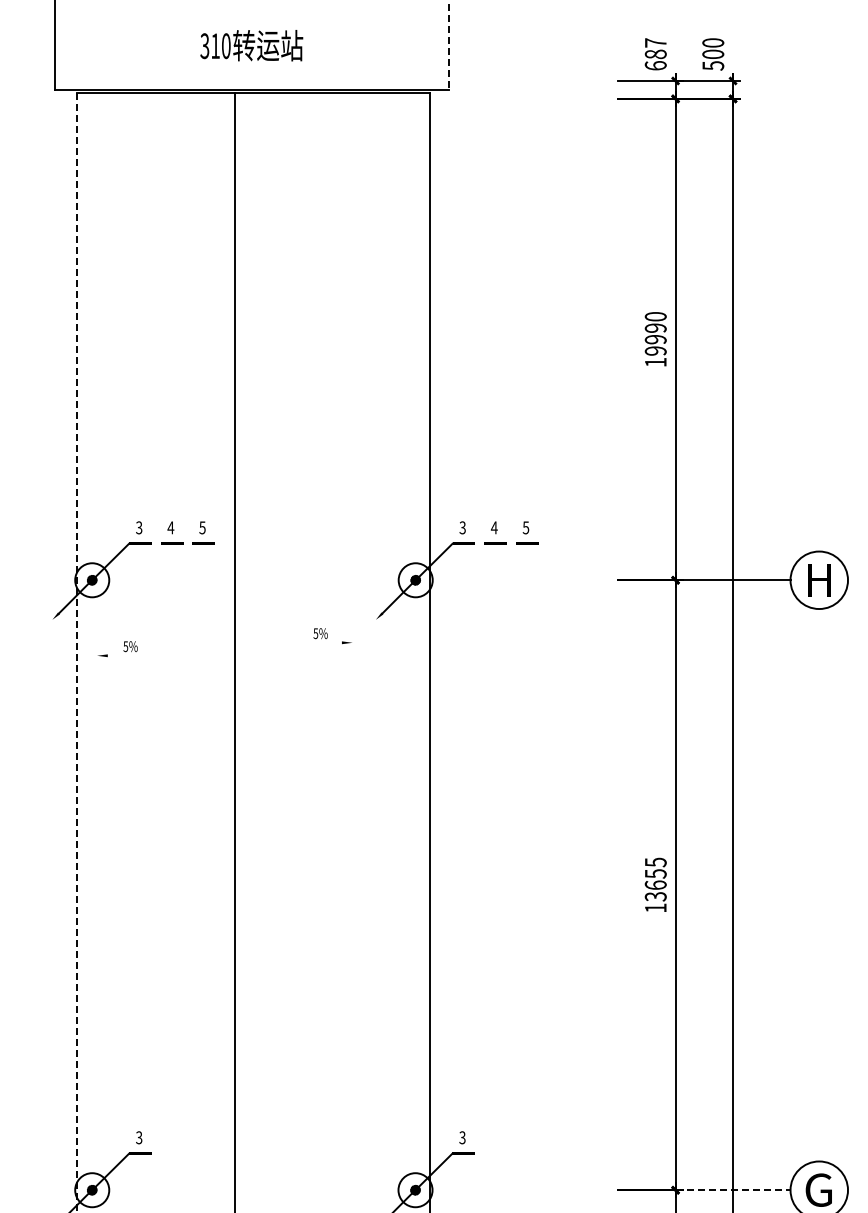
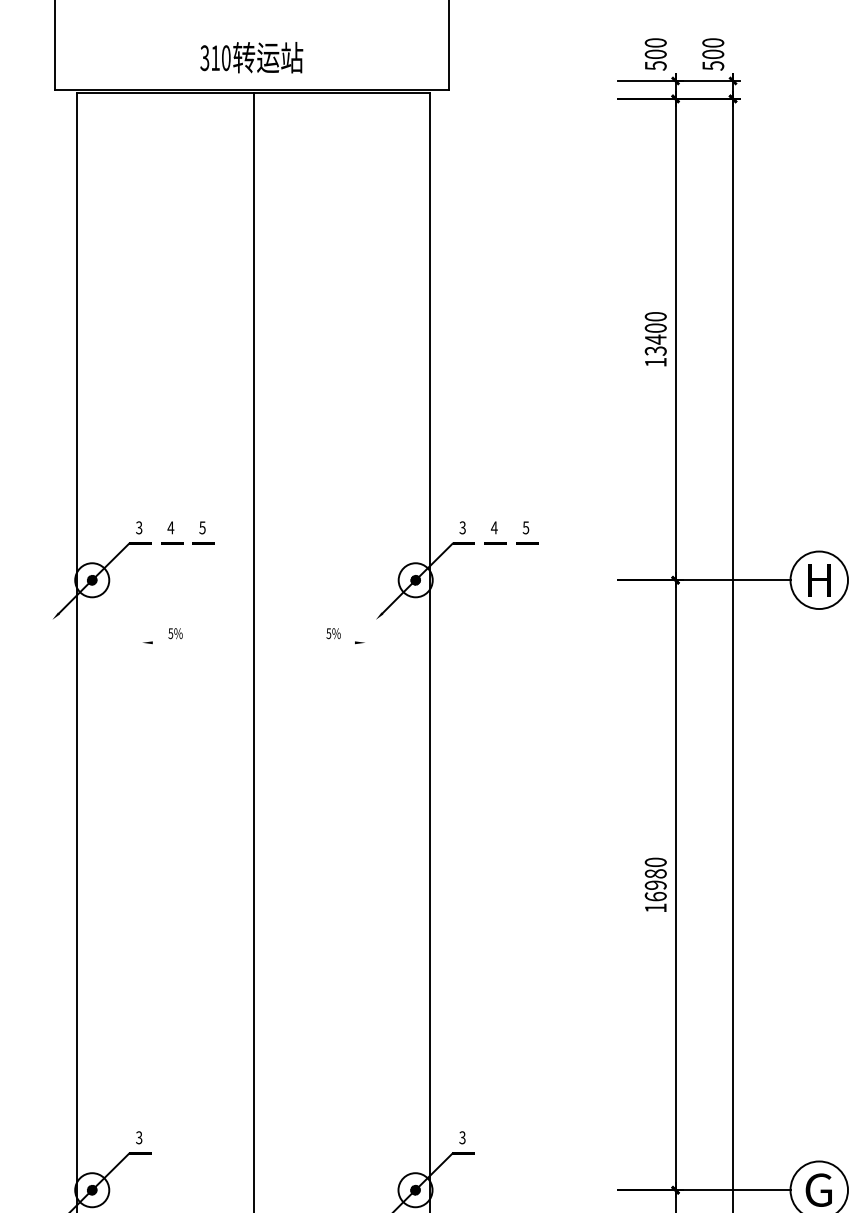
text at (251, 45) position: (251, 45) -> (251, 57)
line at (449, 45): dashed -> solid
text at (655, 54): 687 -> 500
text at (655, 339): 19990 -> 13400
text at (332, 636) position: (332, 636) -> (345, 636)
text at (117, 649) position: (117, 649) -> (162, 636)
line at (234, 651) position: (234, 651) -> (253, 651)
line at (77, 653): dashed -> solid
text at (655, 879): 13655 -> 16980
line at (733, 1190): dashed -> solid
